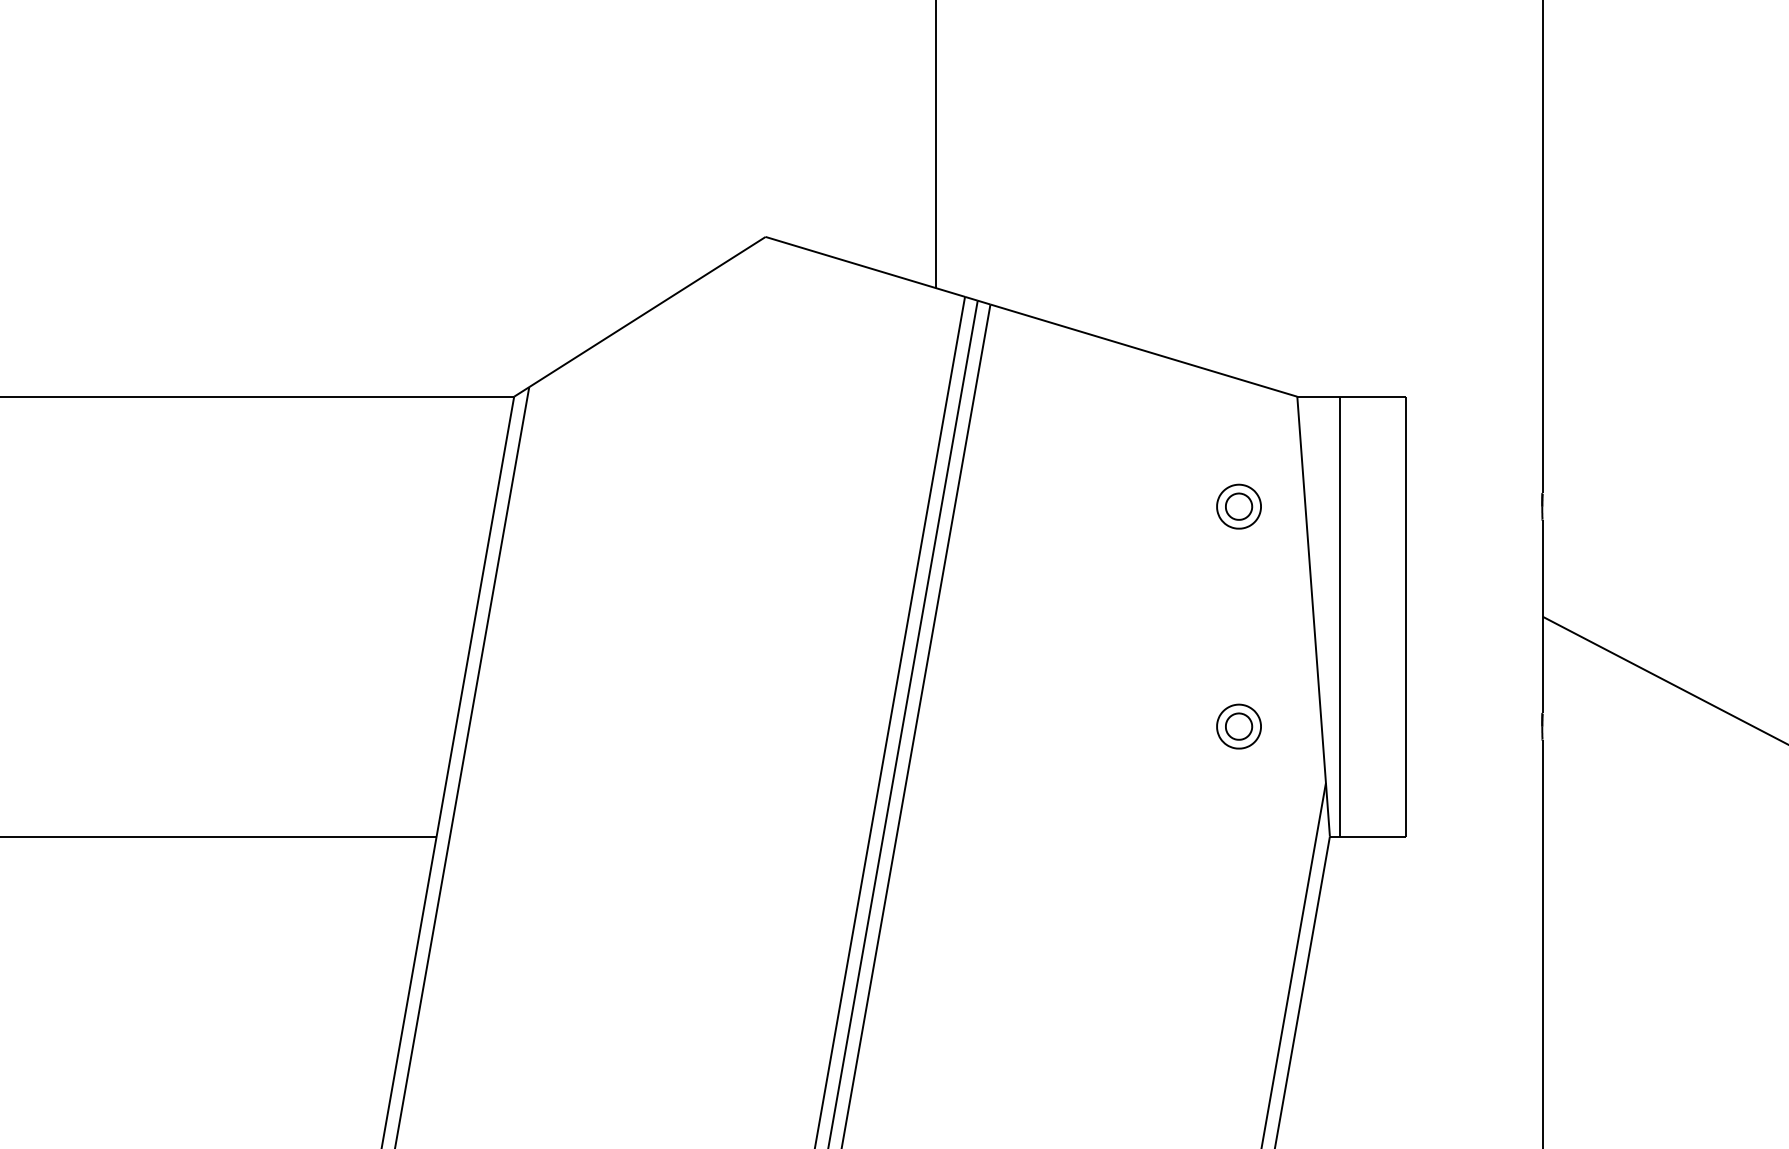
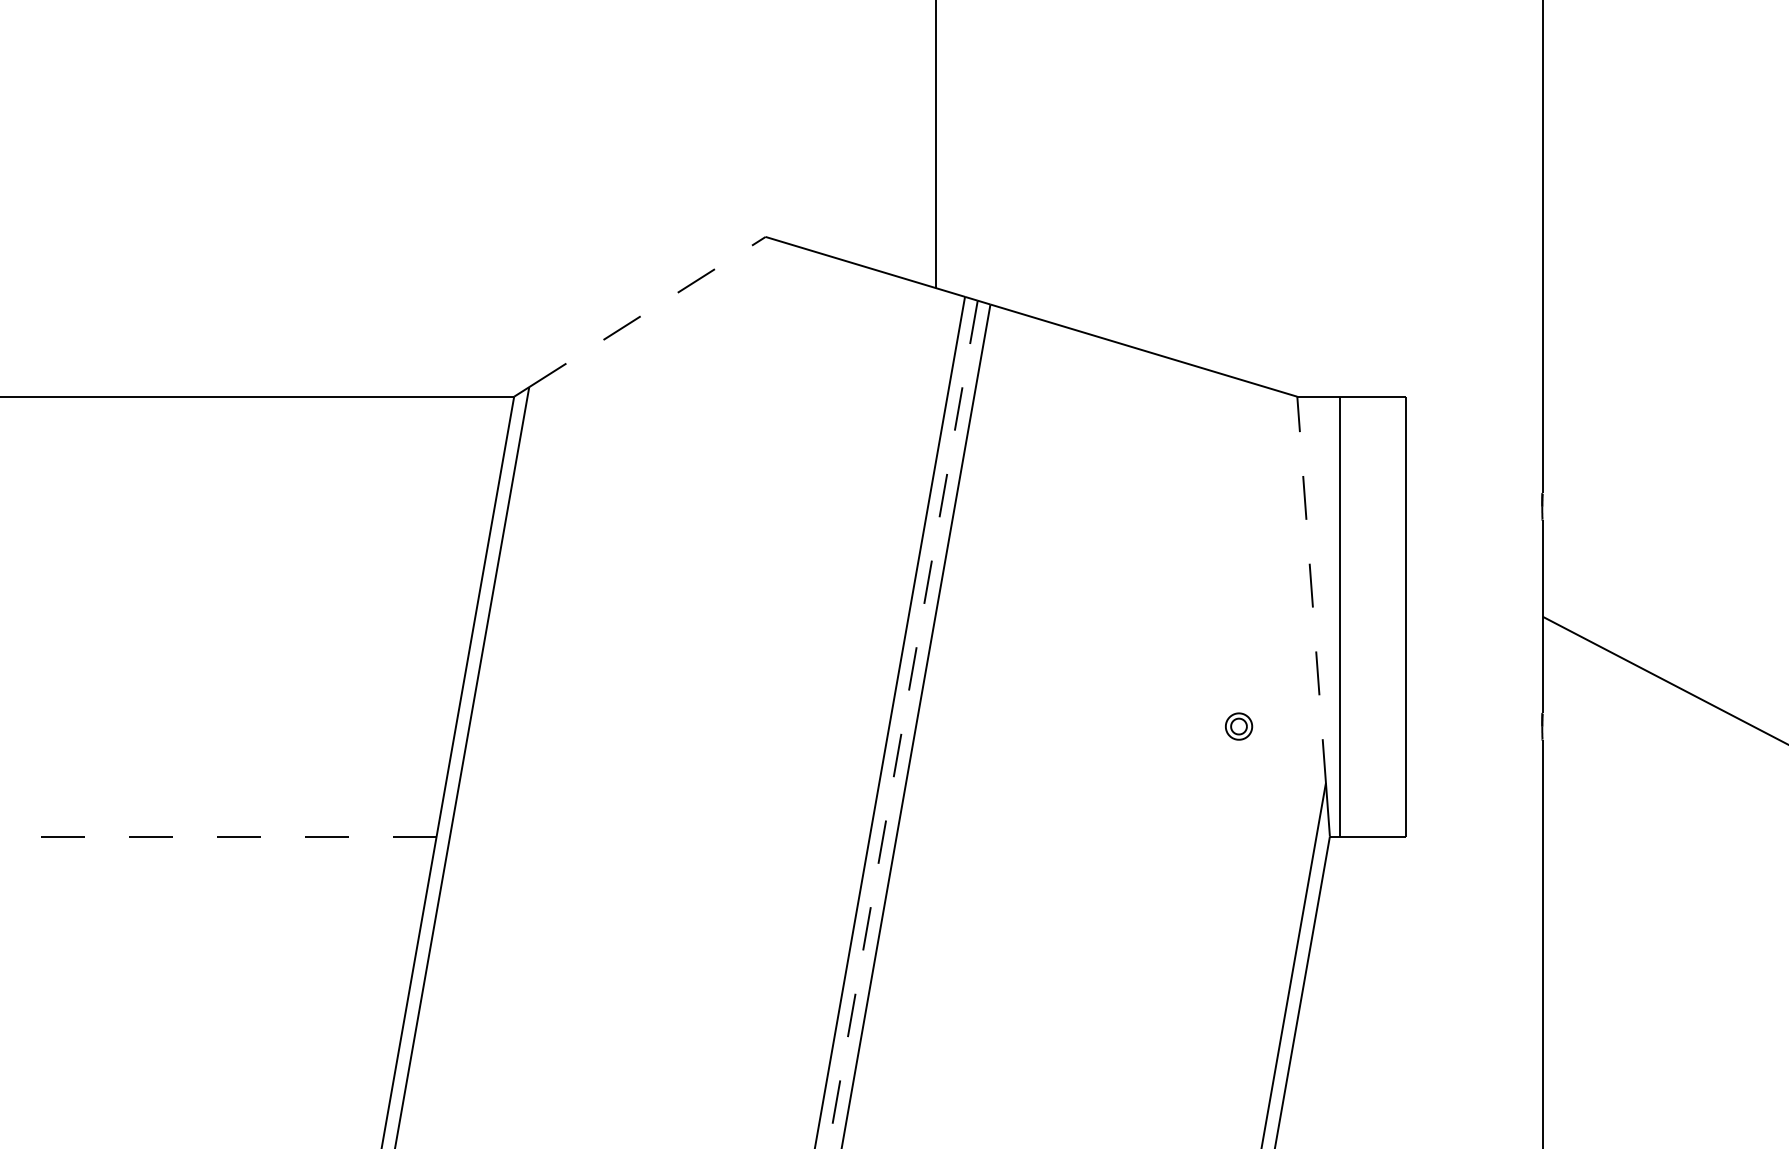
line at (647, 311): solid -> dashed
part at (1238, 506): present -> none
line at (1311, 589): solid -> dashed
line at (902, 725): solid -> dashed
part at (1238, 726) size: 46x47 px -> 29x29 px
line at (218, 836): solid -> dashed
